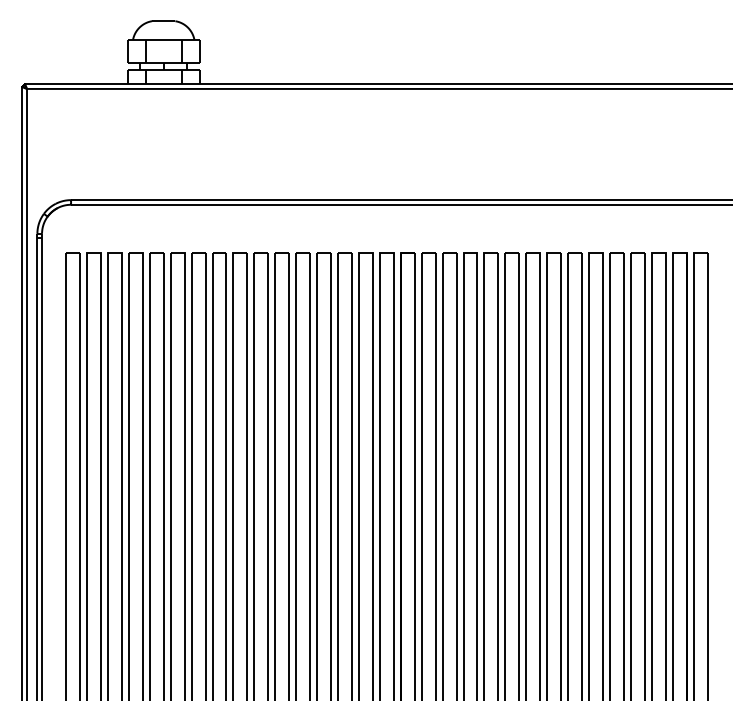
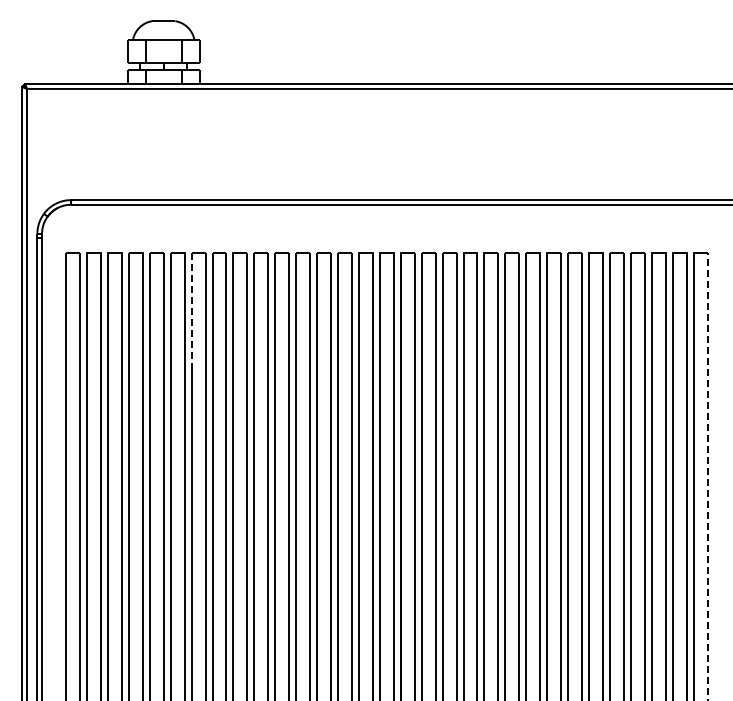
line at (191, 309): solid -> dashed
line at (707, 476): solid -> dashed
